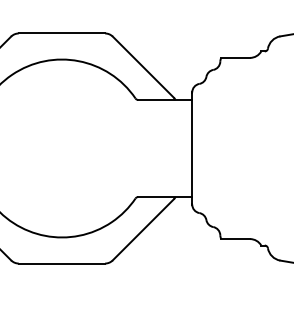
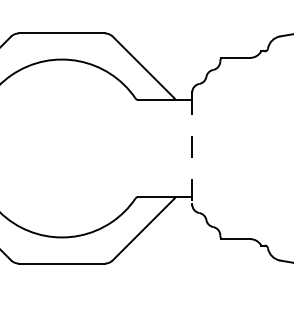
line at (192, 148): solid -> dashed
